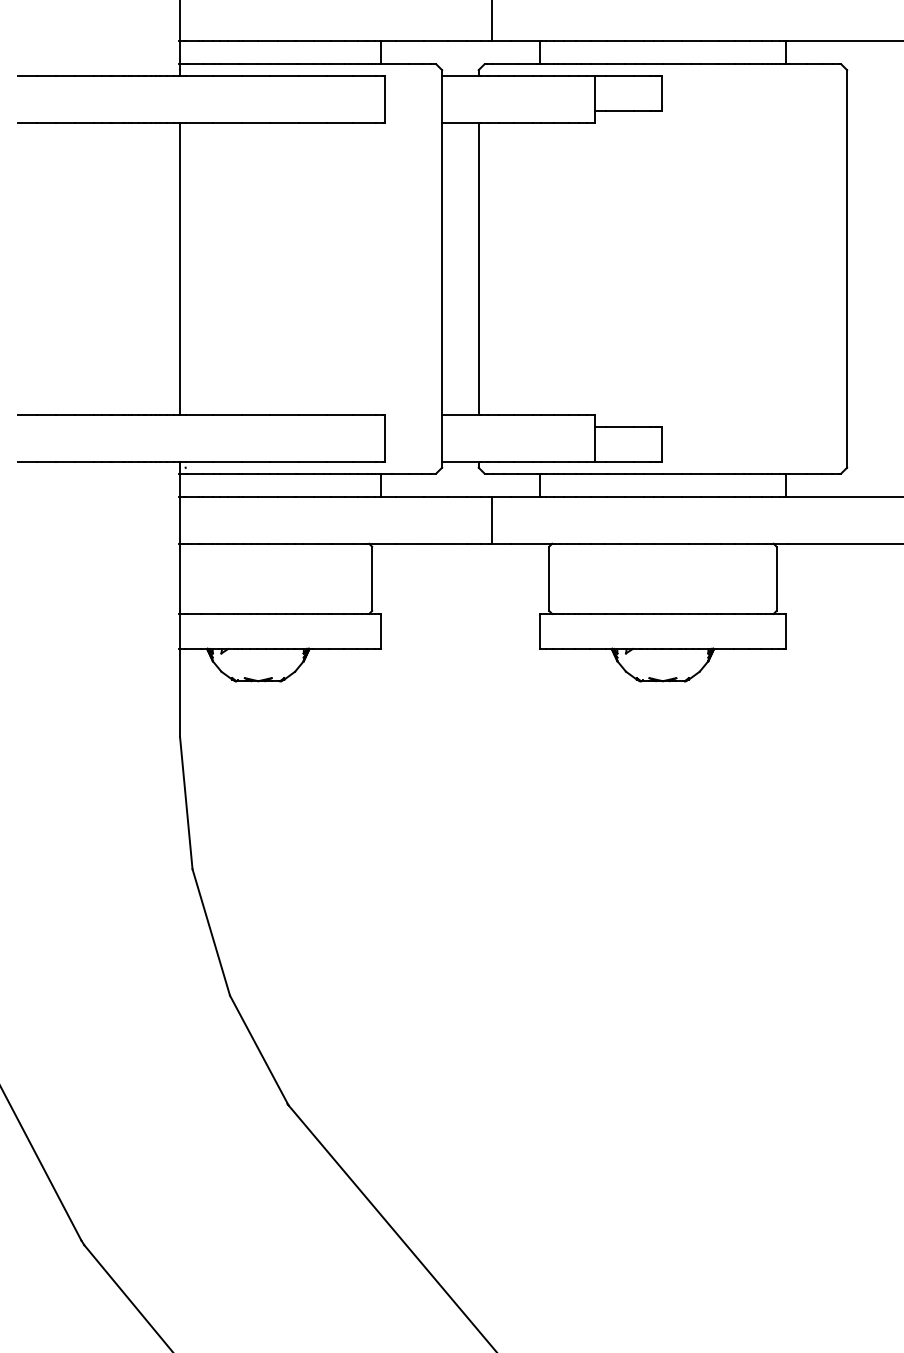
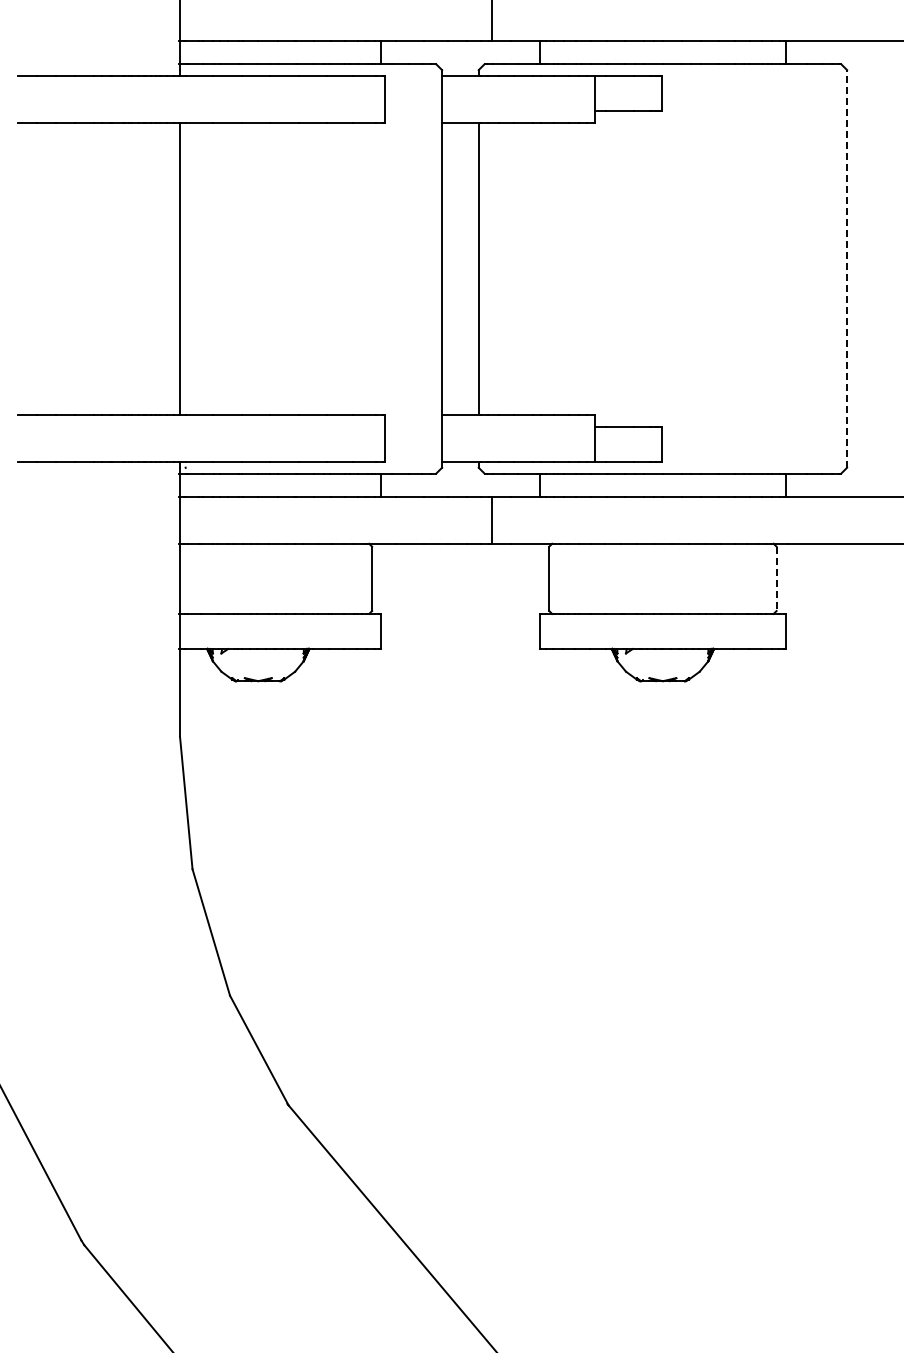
line at (847, 268): solid -> dashed
line at (776, 579): solid -> dashed
